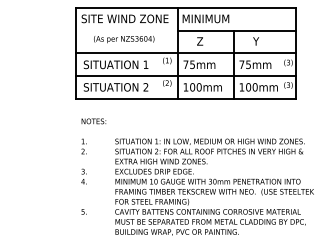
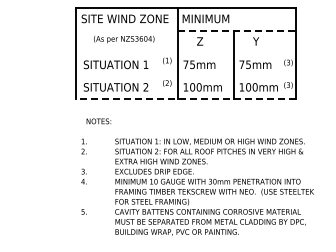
line at (237, 30): solid -> dashed
line at (186, 53): present -> none
line at (186, 75): present -> none
line at (186, 98): solid -> dashed
text at (93, 121) position: (93, 121) -> (98, 121)
